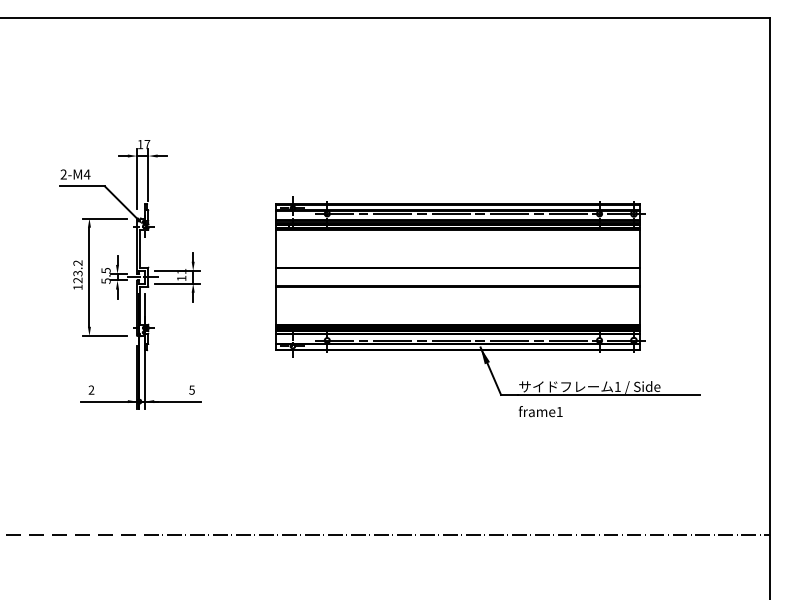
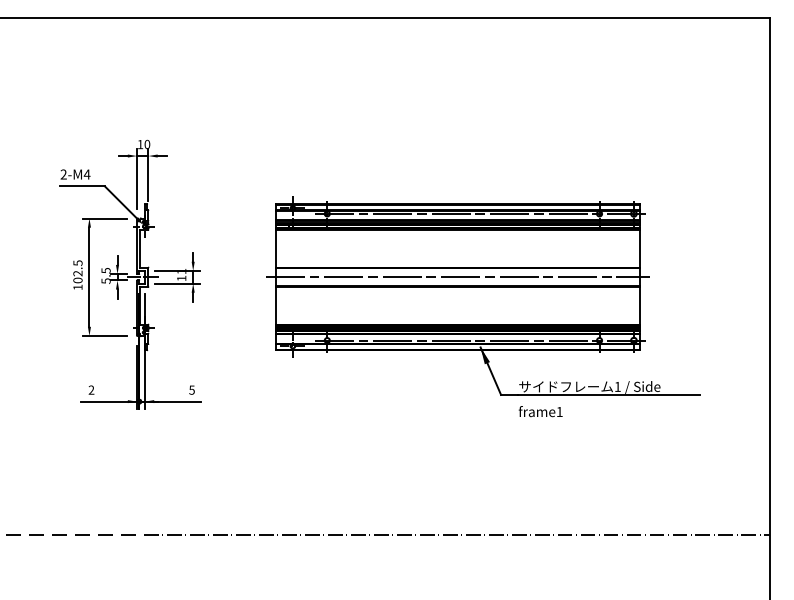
text at (147, 143): 17 -> 10
text at (77, 271): 123.2 -> 102.5
line at (457, 277): none -> present
